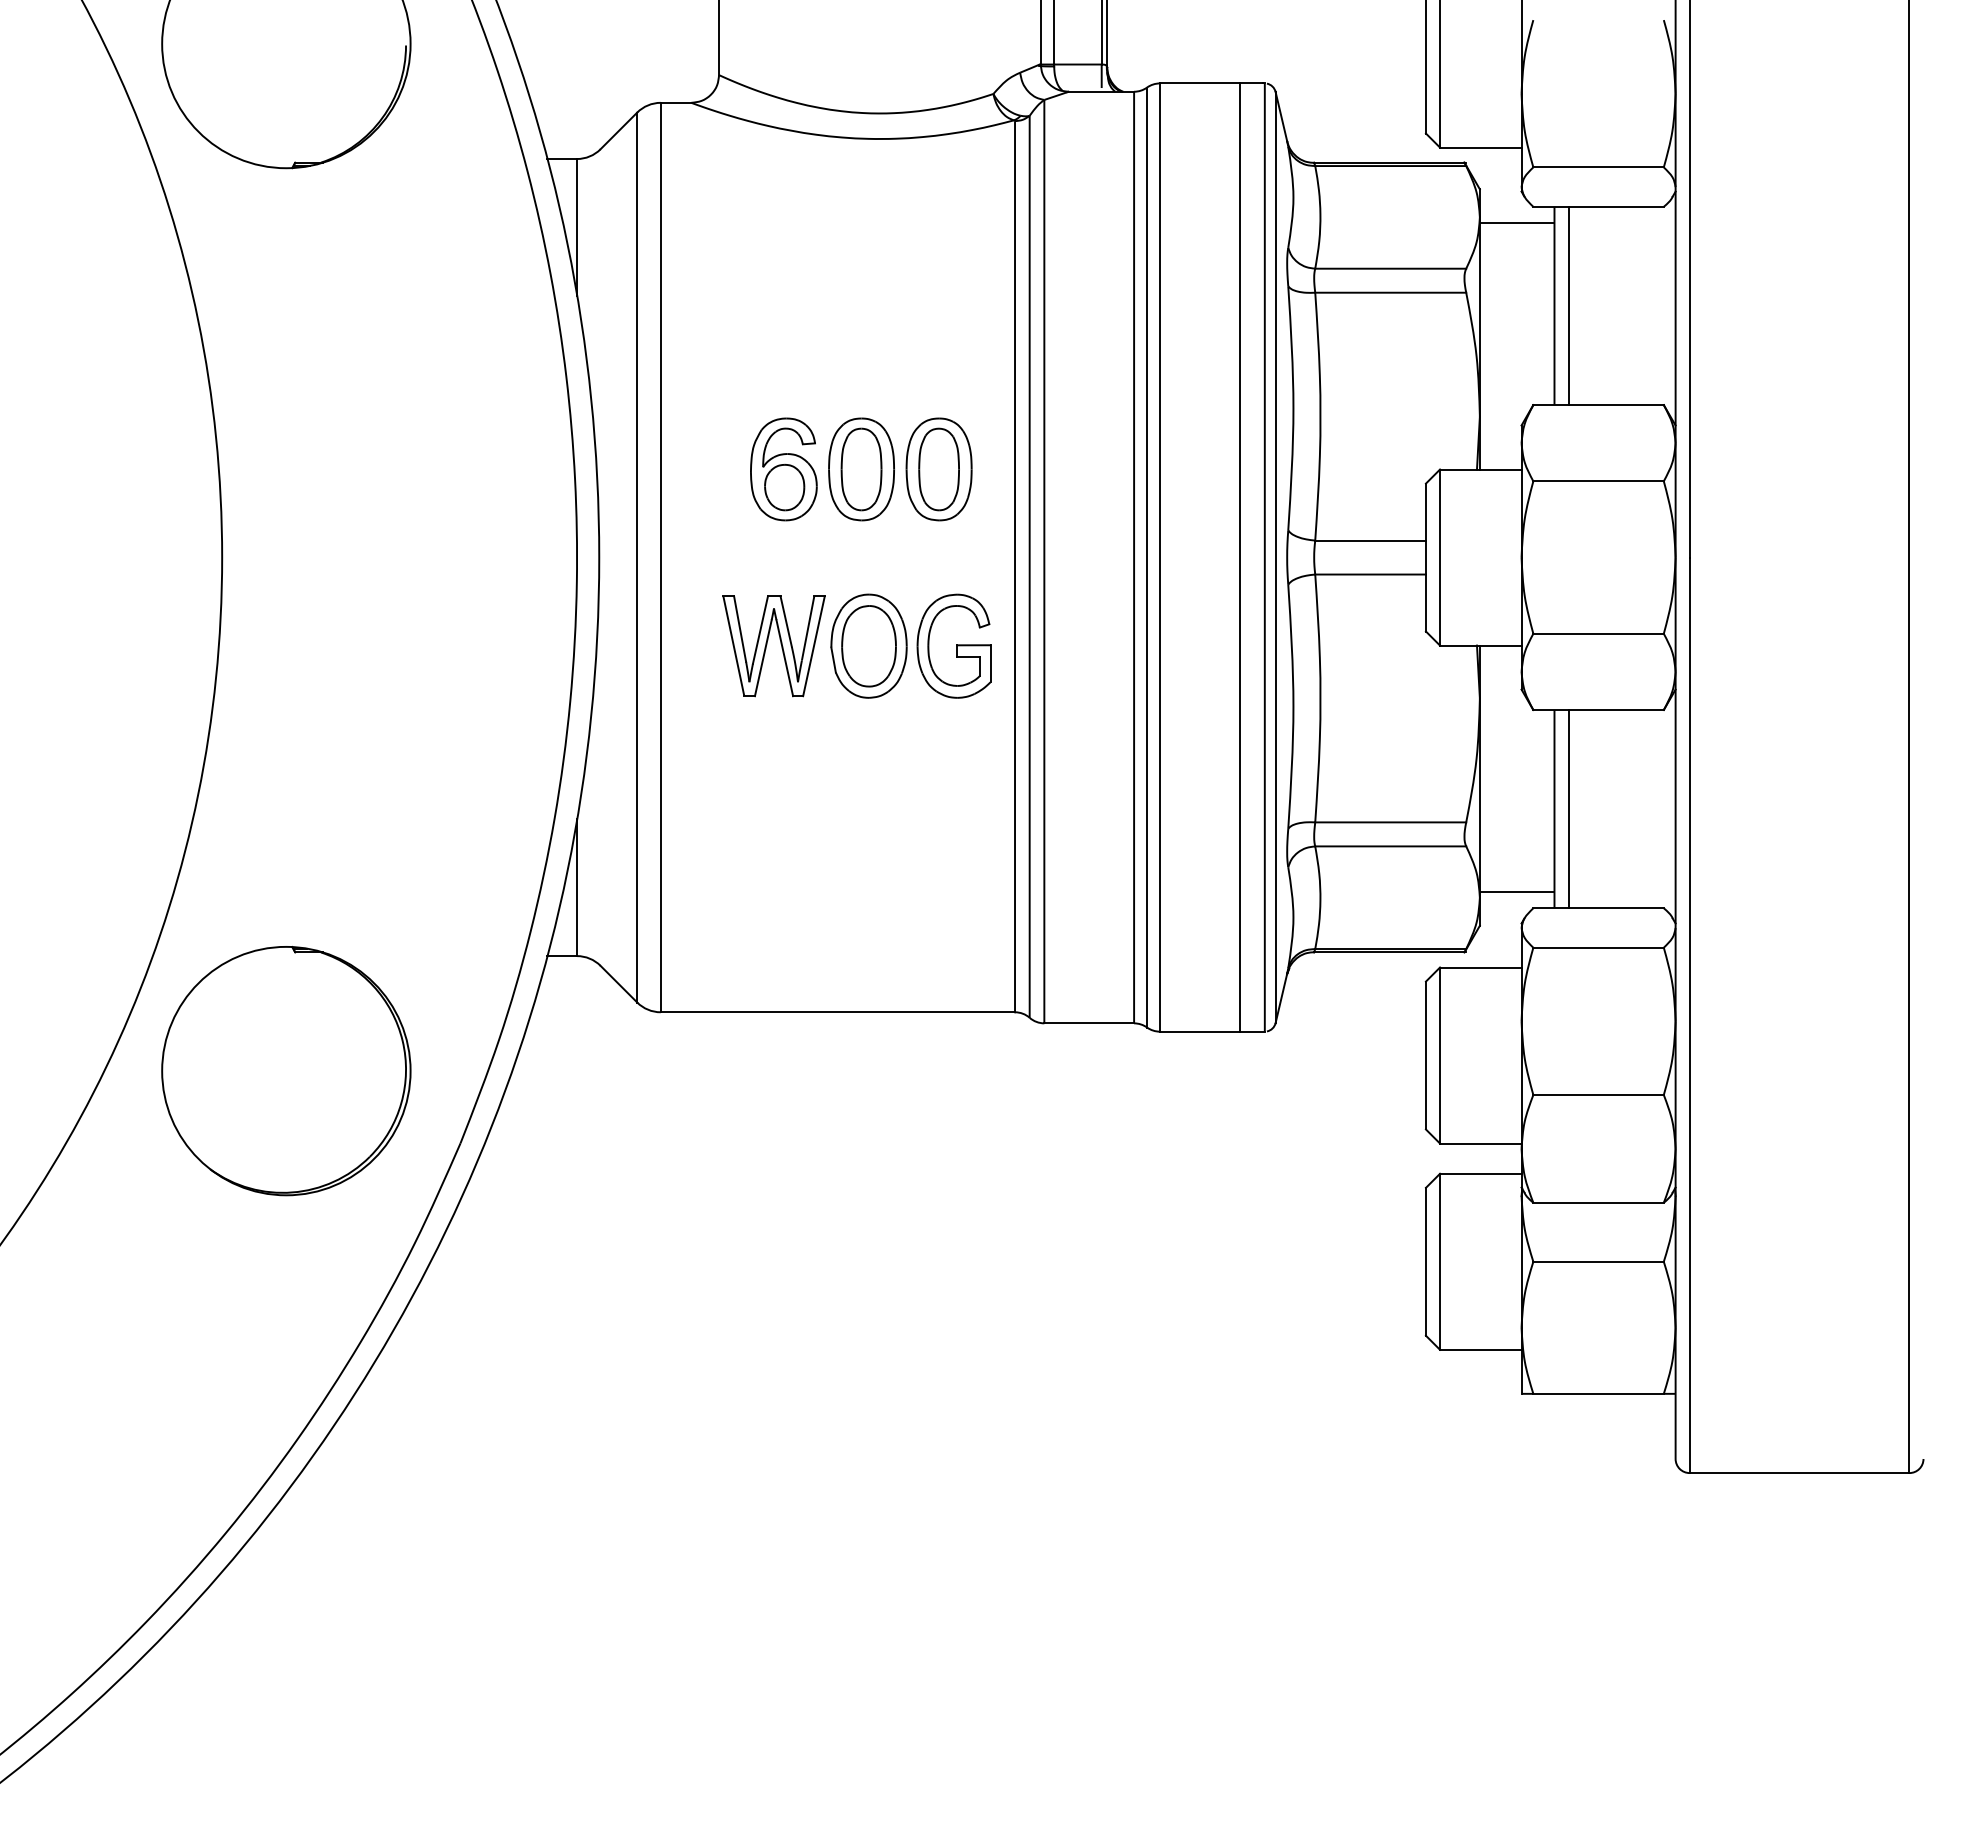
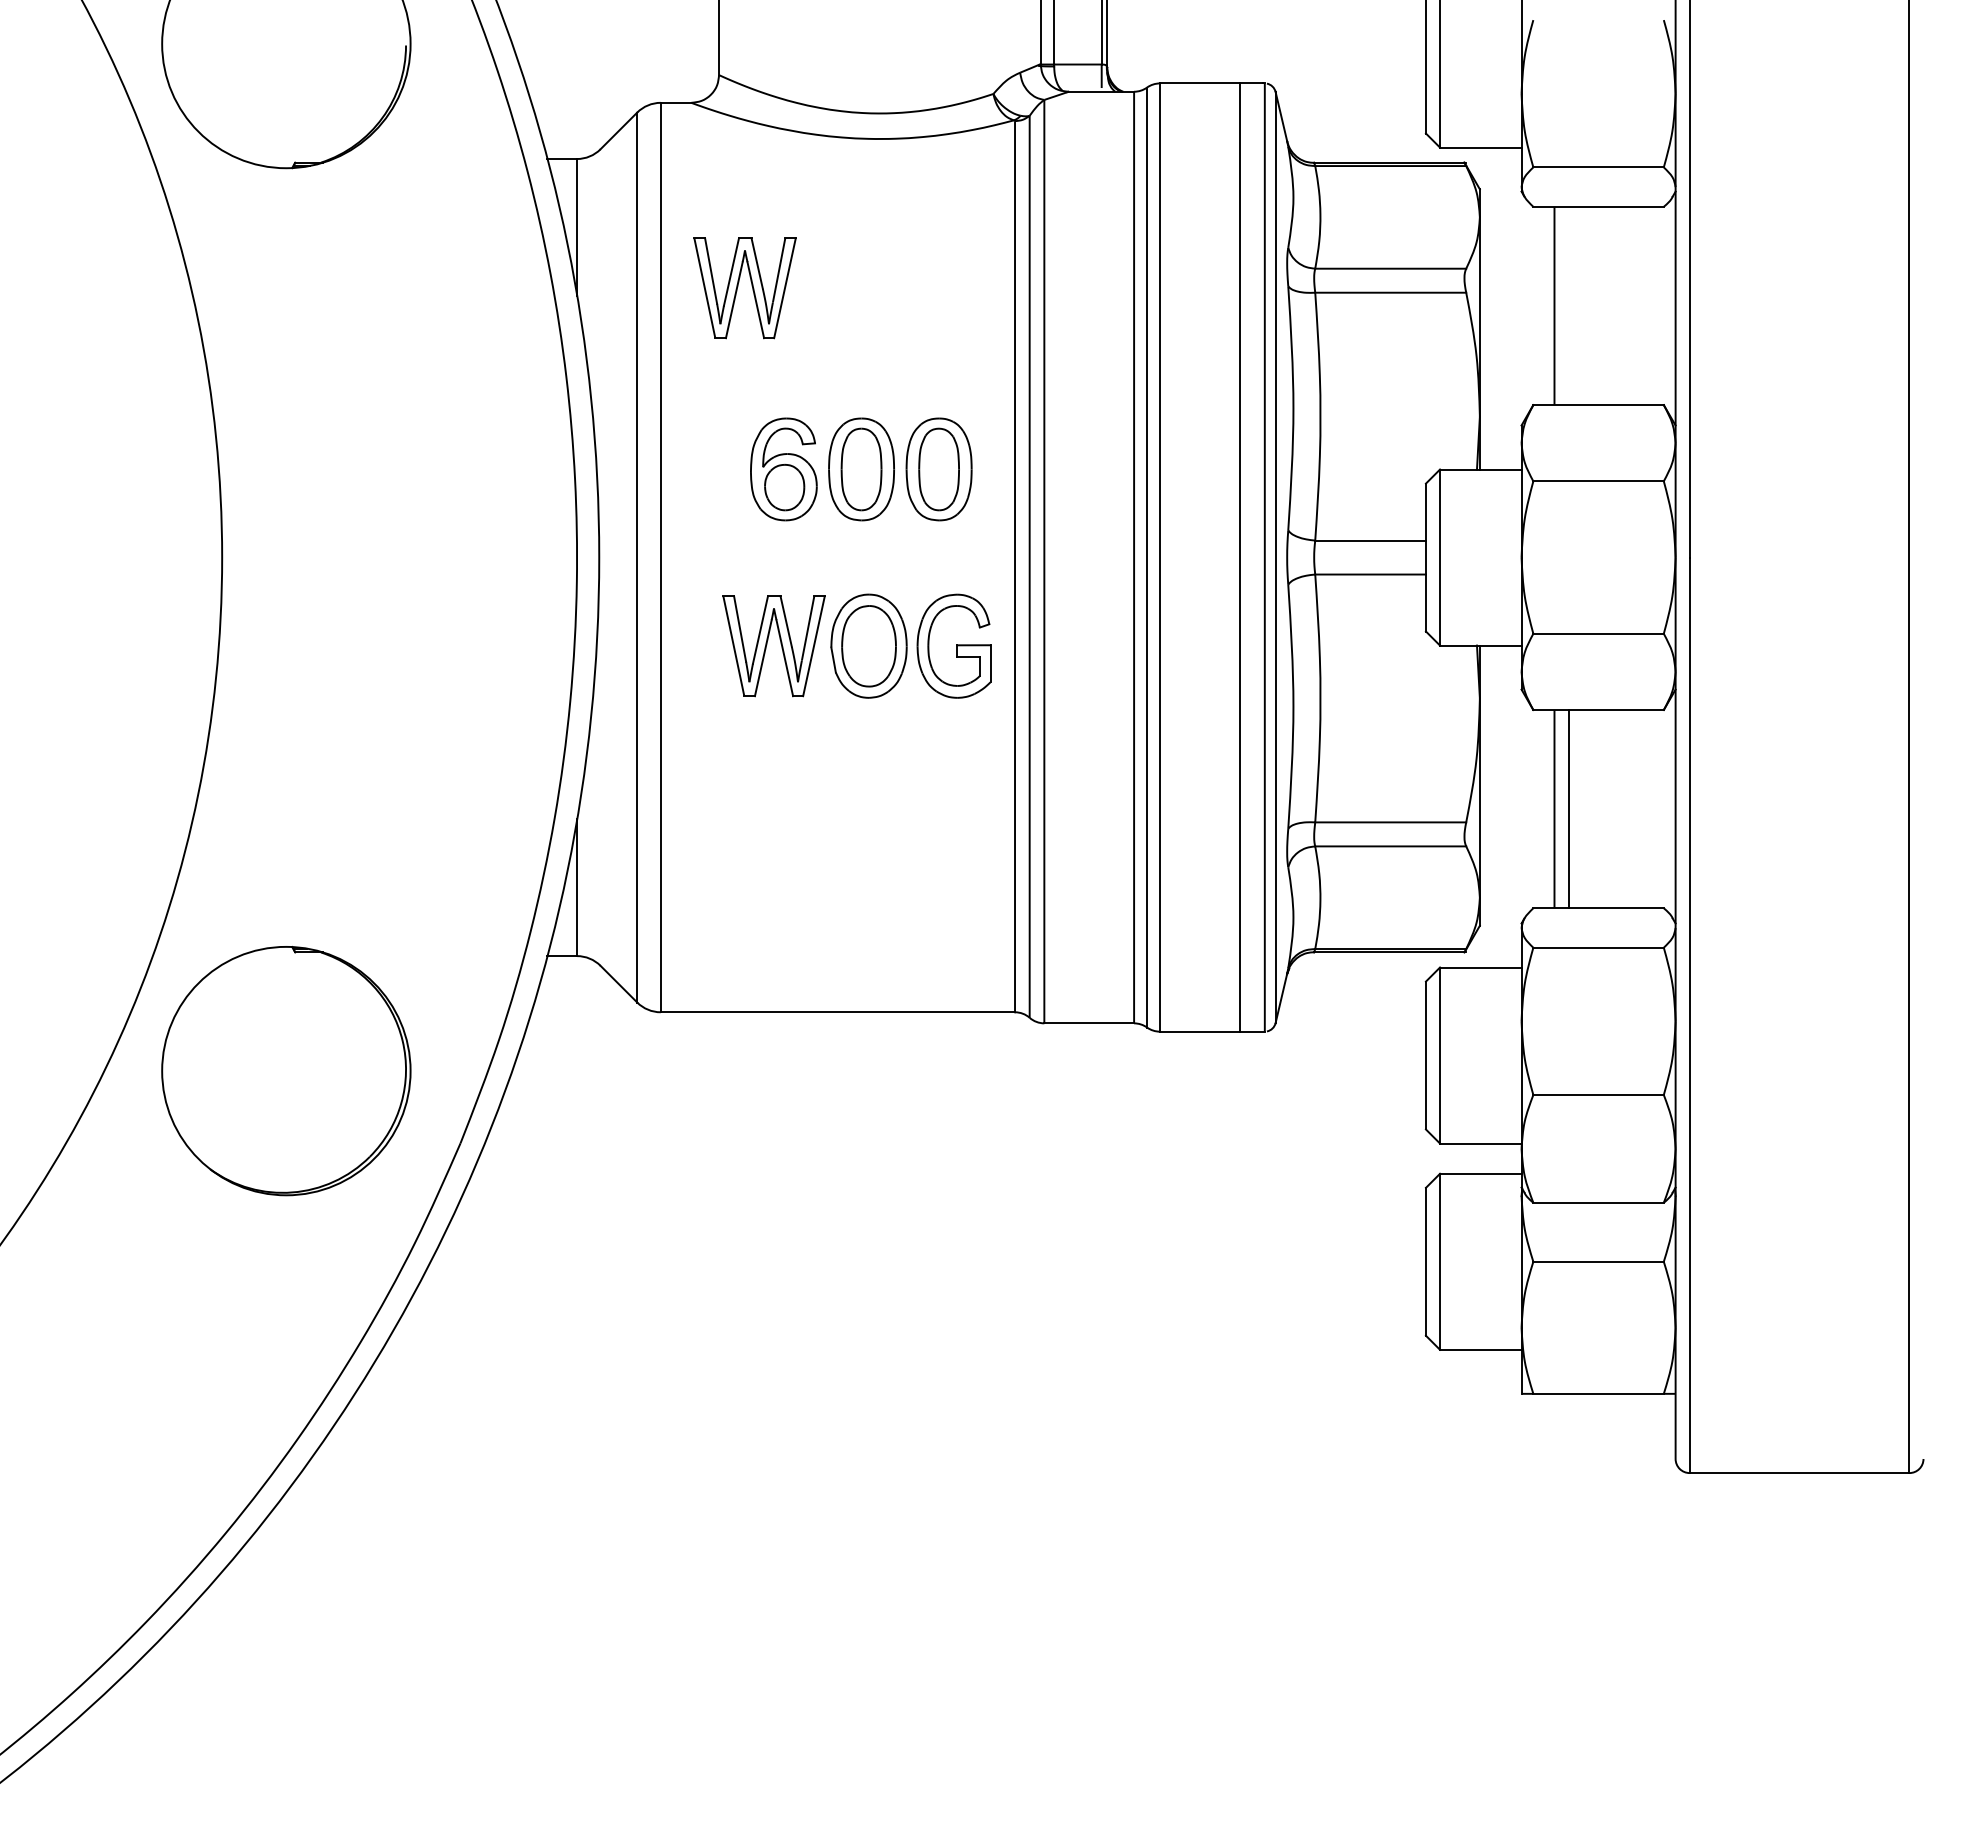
line at (1516, 223): present -> none
part at (738, 286): none -> present
line at (1568, 305): present -> none
line at (1516, 891): present -> none
